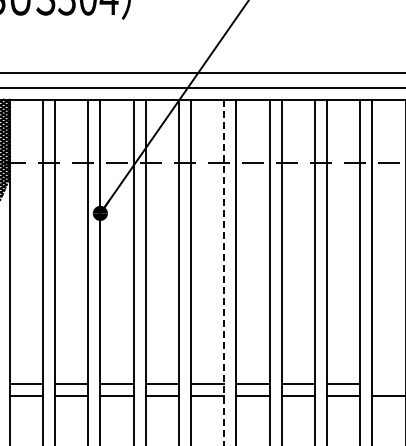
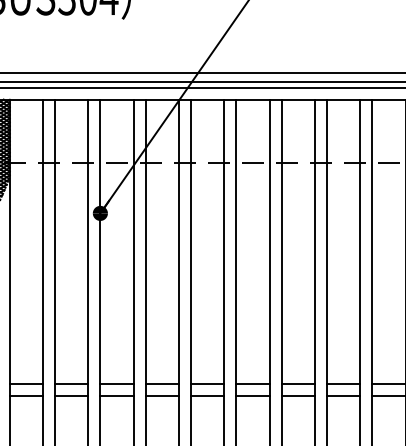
line at (202, 81): none -> present
line at (224, 272): dashed -> solid
line at (387, 383): none -> present
